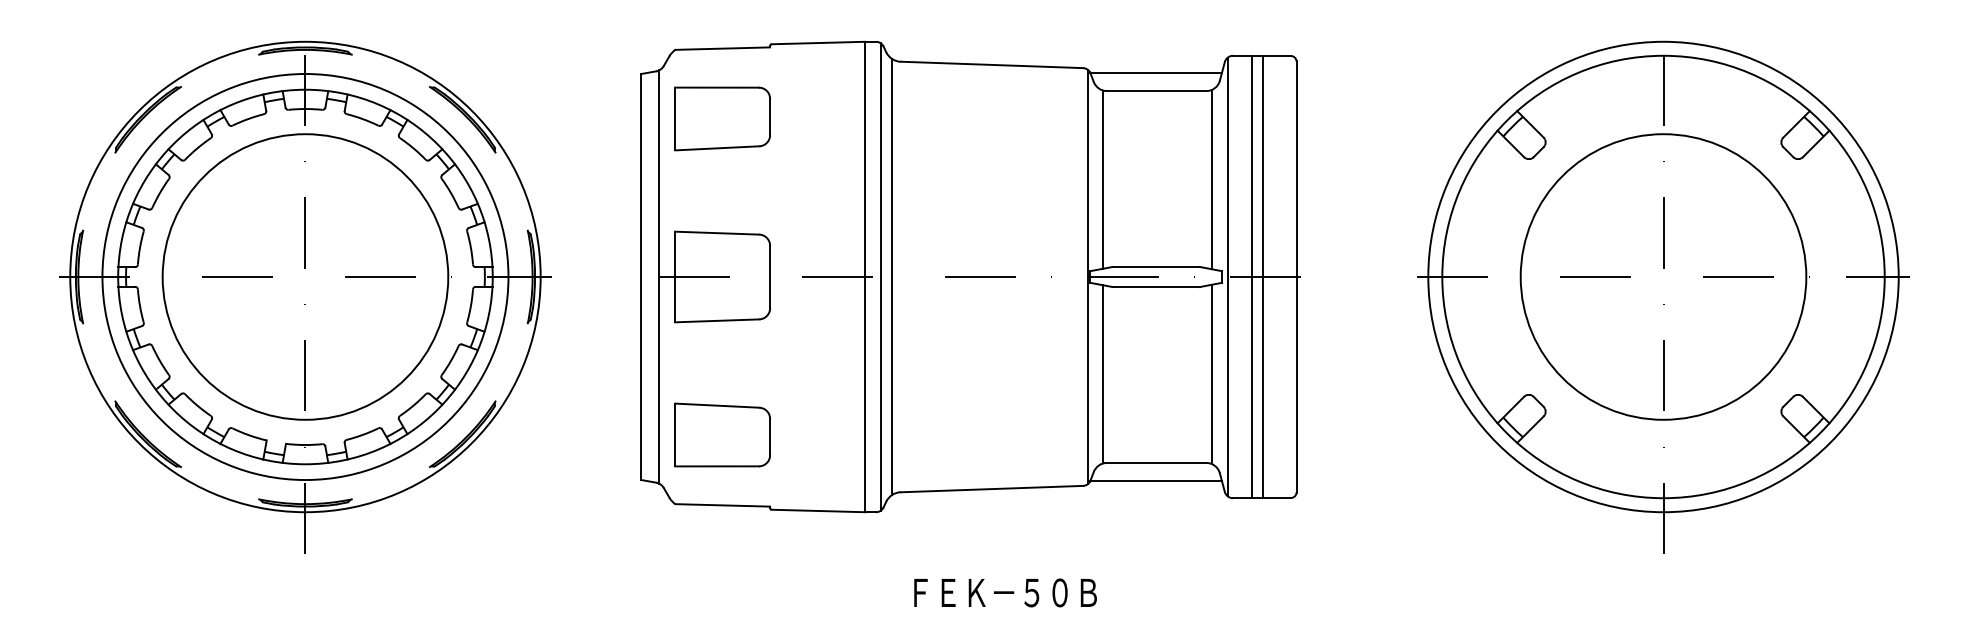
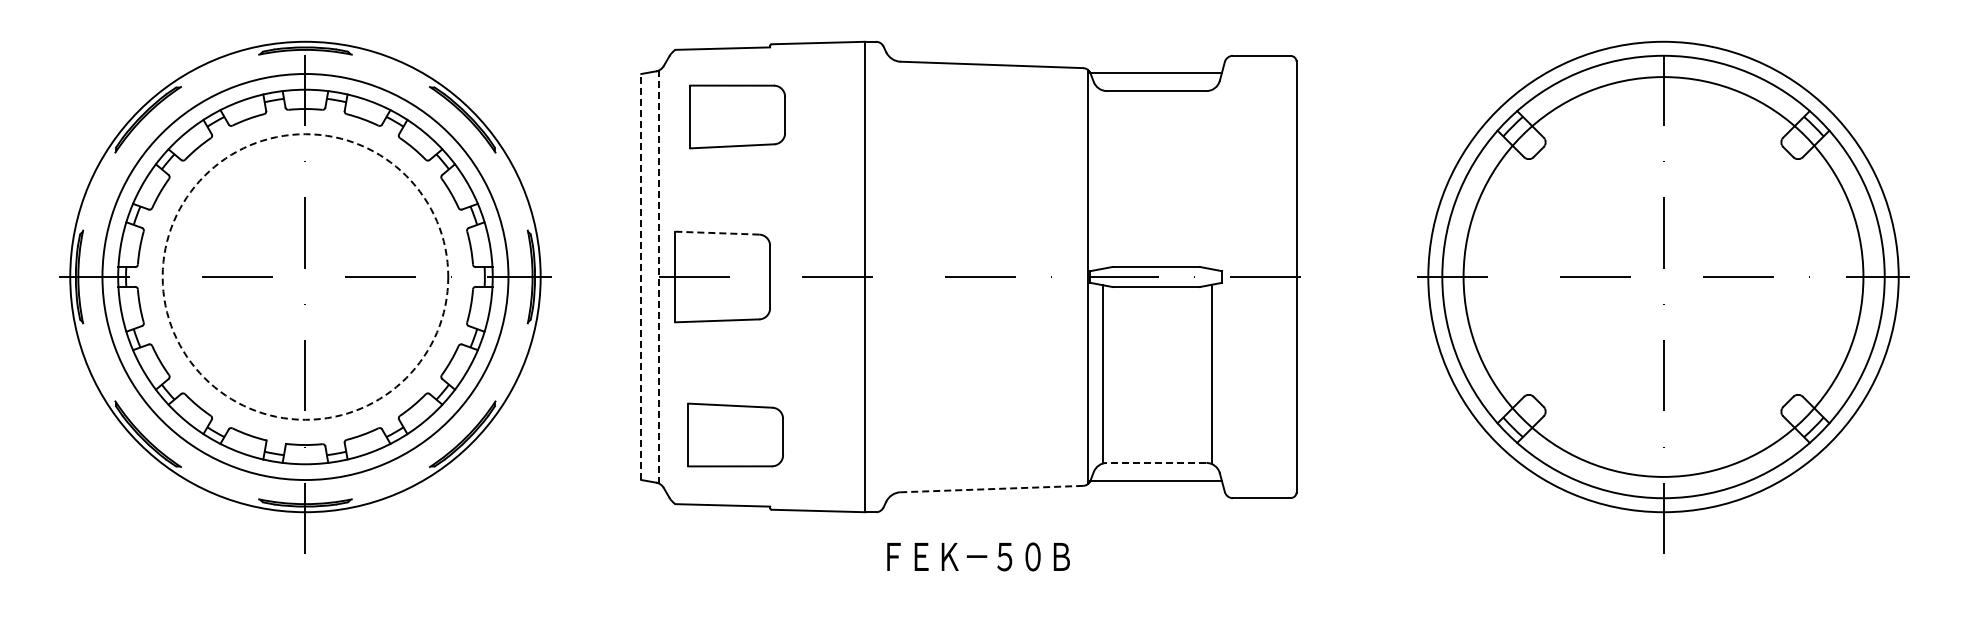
part at (722, 118) position: (722, 118) -> (737, 116)
line at (1103, 179): present -> none
line at (1211, 180): present -> none
line at (717, 233): solid -> dashed
circle at (305, 276): solid -> dashed
line at (641, 276): solid -> dashed
line at (880, 276): present -> none
line at (892, 276): present -> none
line at (1227, 276): present -> none
line at (1251, 276): present -> none
line at (1262, 276): present -> none
circle at (1663, 276) diameter: 286 px -> 400 px
line at (659, 277): solid -> dashed
part at (722, 434) position: (722, 434) -> (735, 434)
line at (1156, 462): solid -> dashed
line at (991, 489): solid -> dashed
text at (1005, 592) position: (1005, 592) -> (978, 556)
